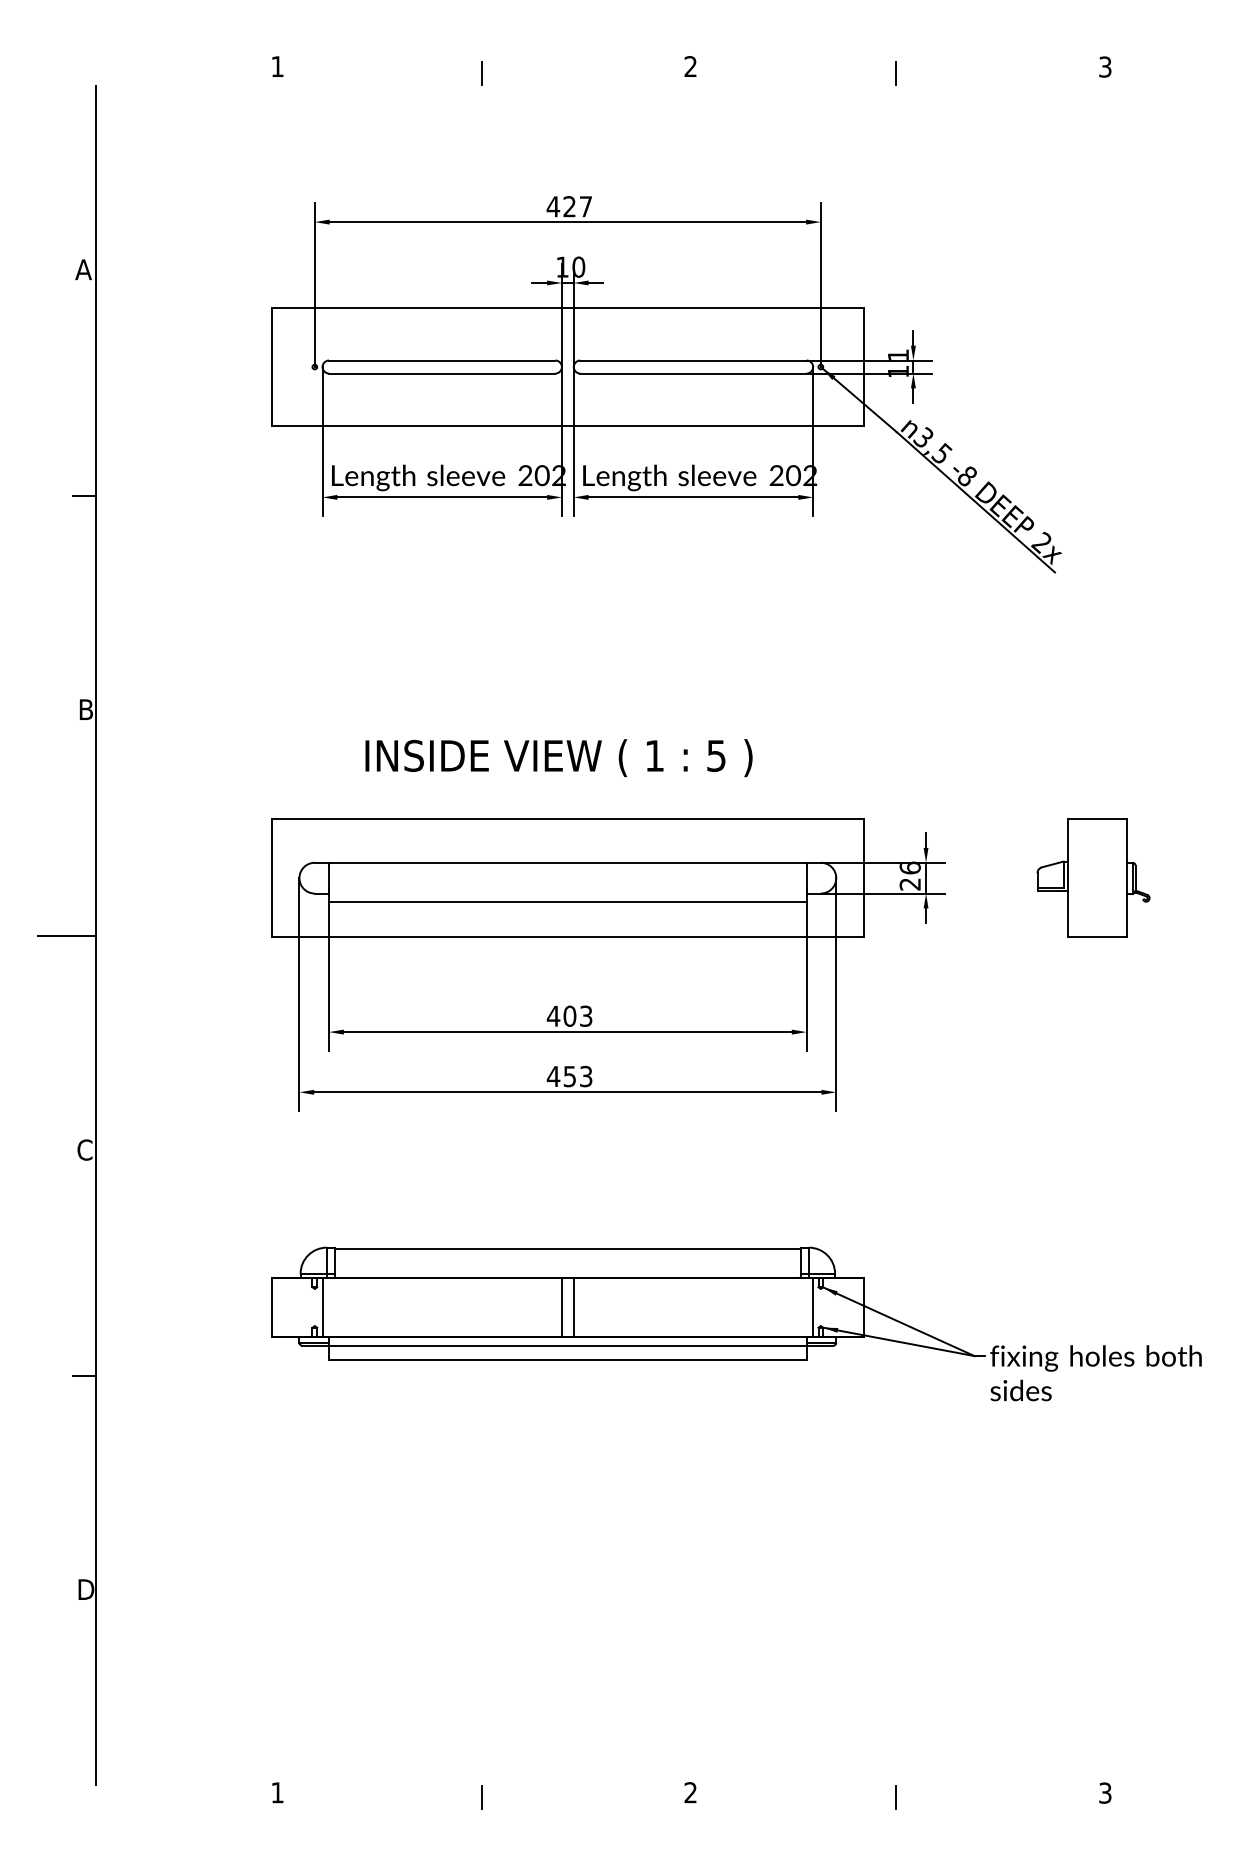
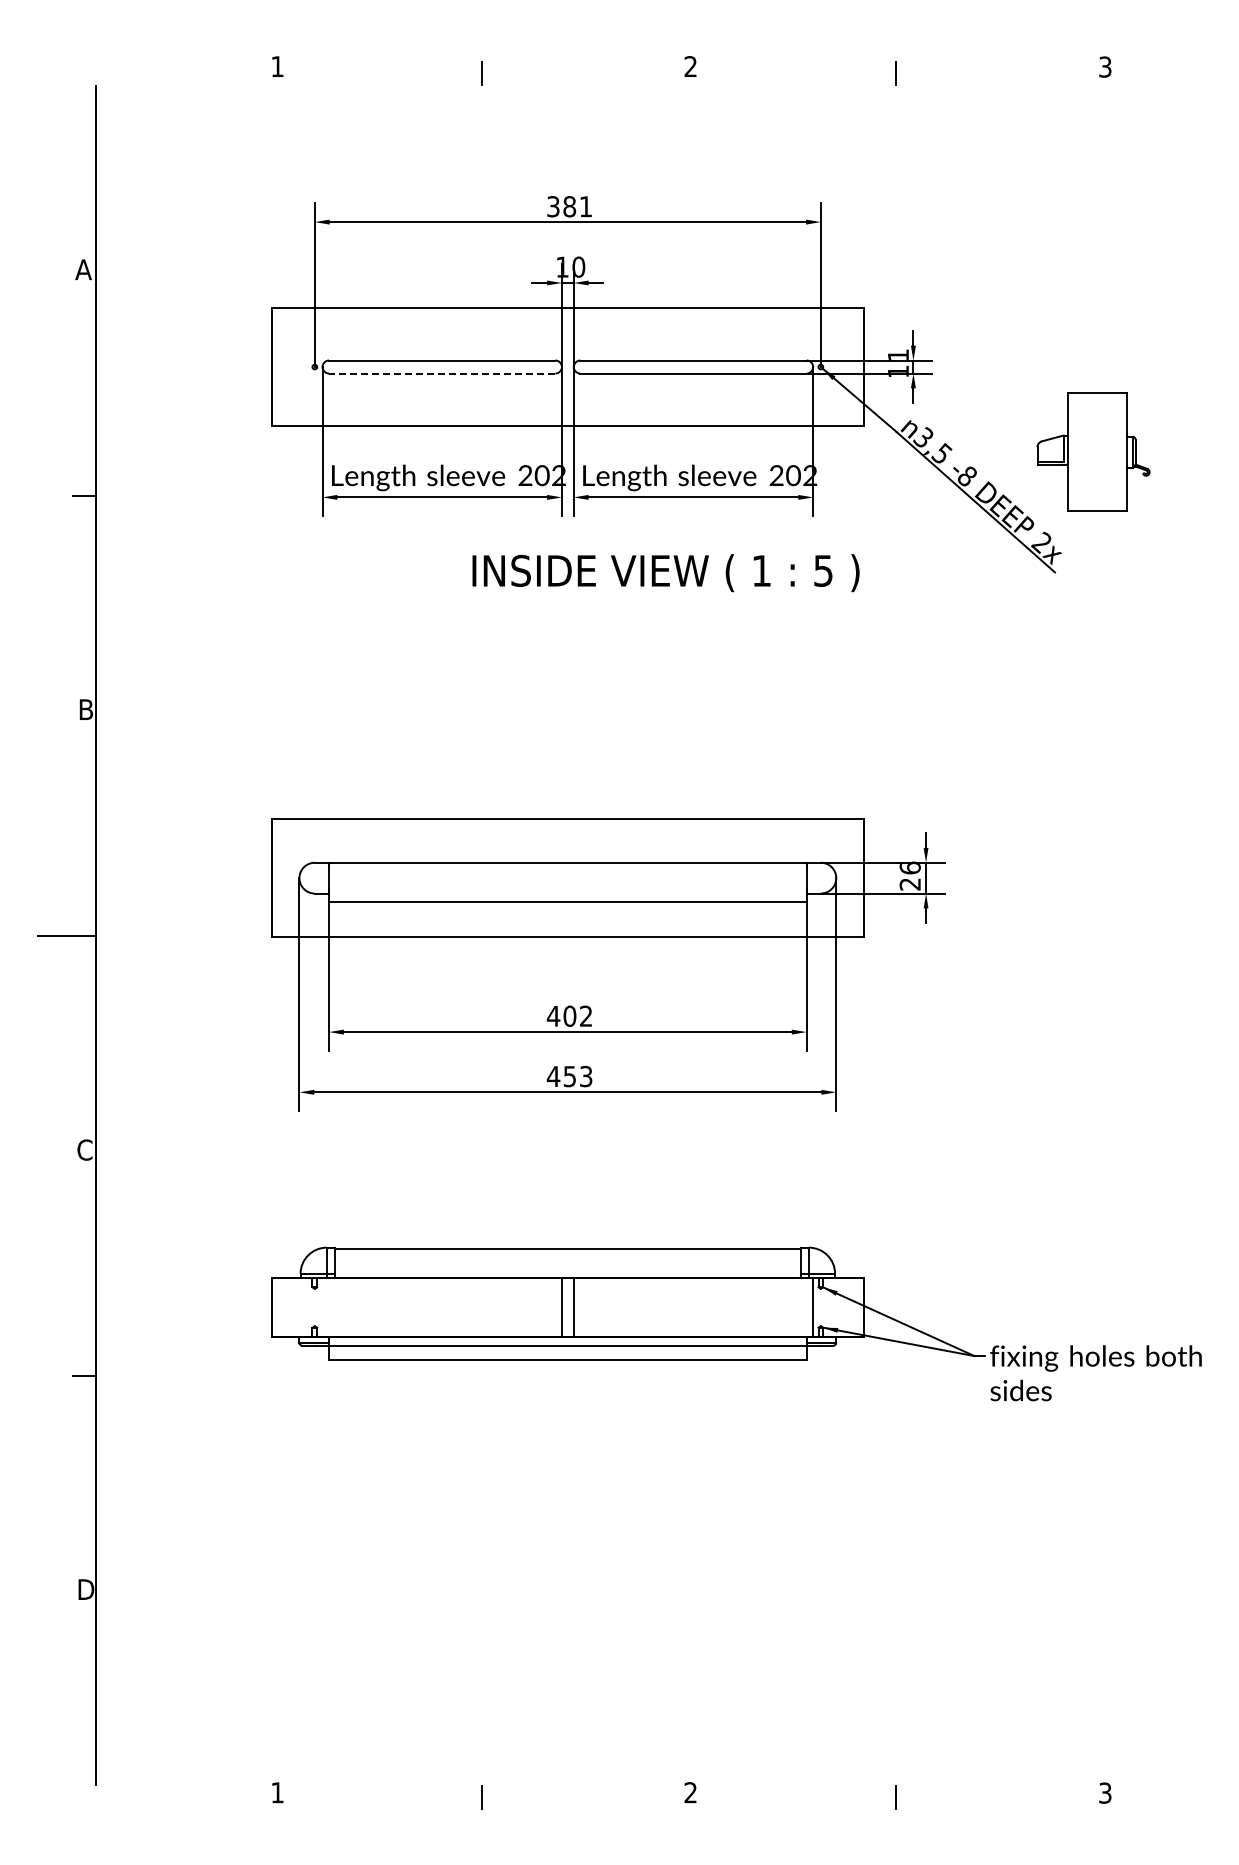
text at (568, 206): 427 -> 381
line at (441, 373): solid -> dashed
text at (558, 758) position: (558, 758) -> (665, 573)
part at (1093, 877) position: (1093, 877) -> (1093, 451)
text at (586, 1015): 403 -> 402
line at (322, 1307): present -> none
